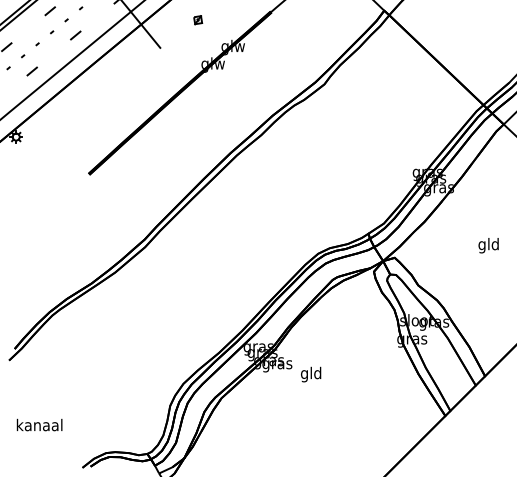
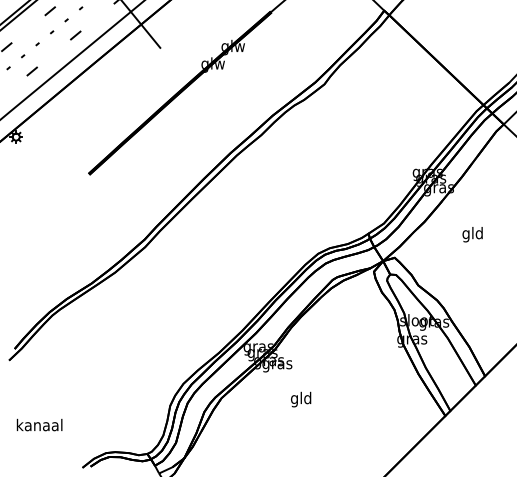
part at (198, 20): present -> none
text at (488, 245) position: (488, 245) -> (472, 234)
text at (311, 374) position: (311, 374) -> (301, 399)
